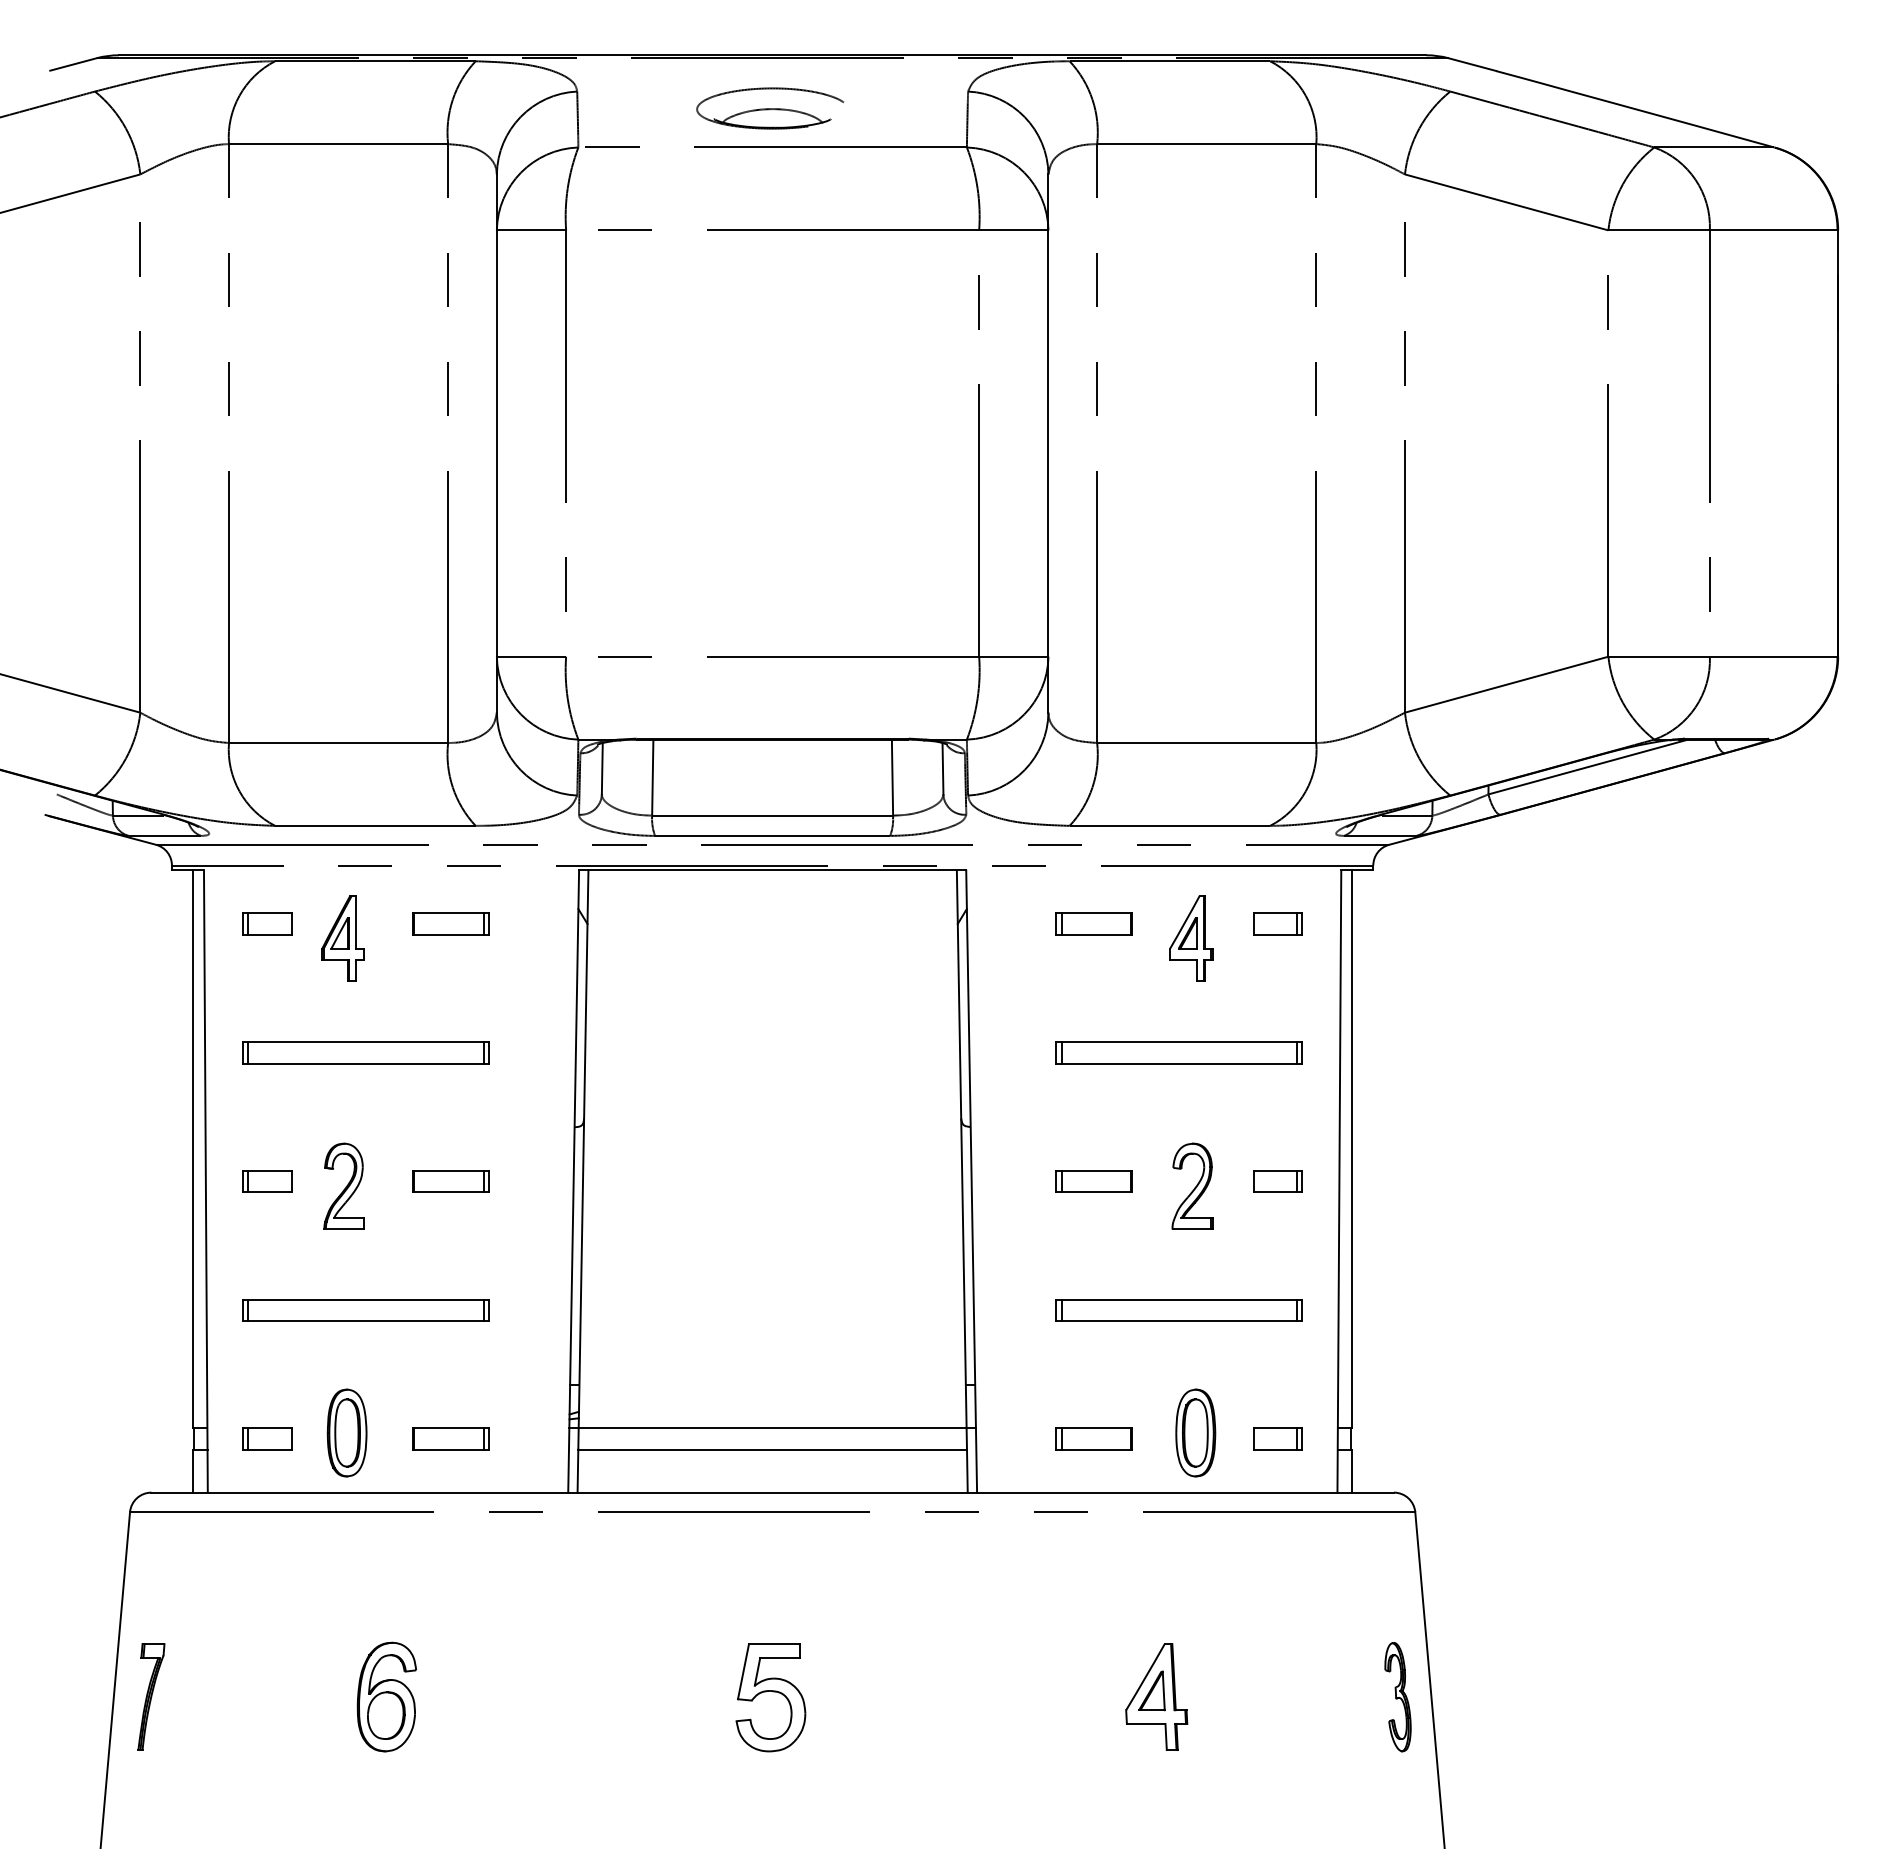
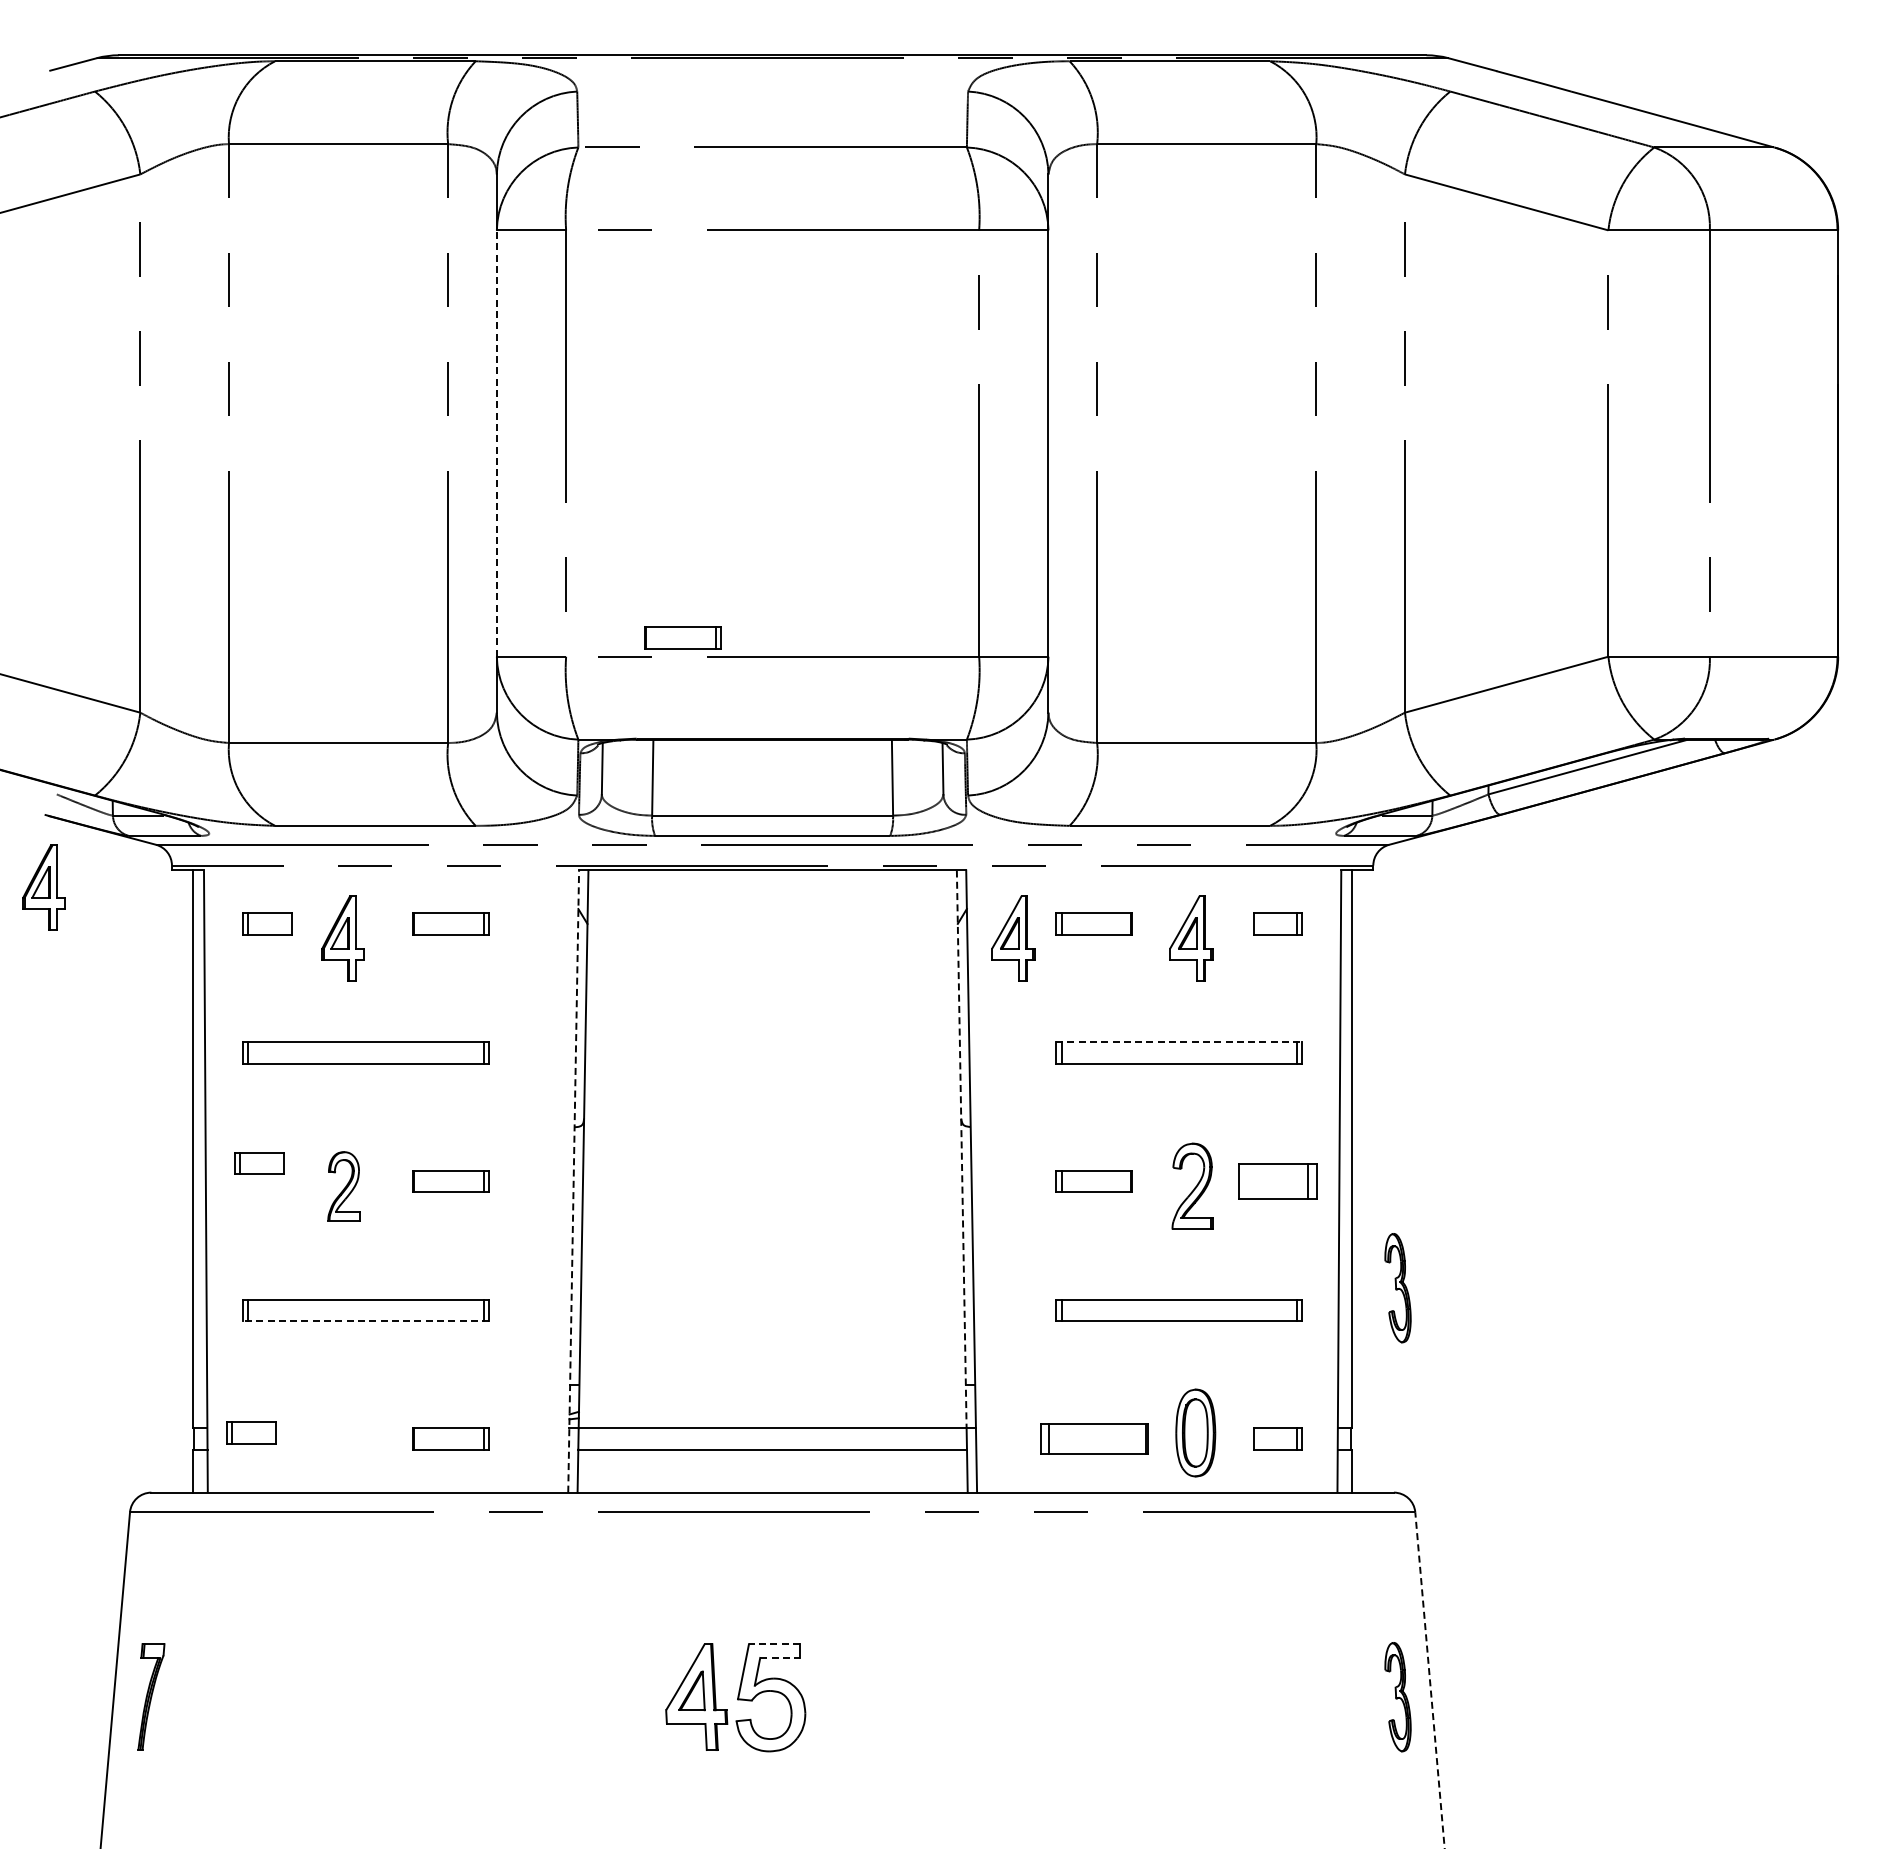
part at (770, 108): present -> none
line at (496, 443): solid -> dashed
part at (682, 637): none -> present
part at (43, 887): none -> present
part at (1013, 938): none -> present
line at (1179, 1042): solid -> dashed
line at (961, 1149): solid -> dashed
part at (267, 1181) position: (267, 1181) -> (259, 1163)
line at (573, 1181): solid -> dashed
part at (1277, 1181) size: 50x23 px -> 80x37 px
part at (343, 1185) size: 42x88 px -> 34x71 px
part at (1397, 1288): none -> present
line at (365, 1321): solid -> dashed
part at (346, 1432): present -> none
part at (267, 1438) position: (267, 1438) -> (251, 1432)
part at (1093, 1438) size: 78x24 px -> 109x32 px
line at (773, 1644): solid -> dashed
line at (780, 1657): solid -> dashed
line at (1429, 1680): solid -> dashed
part at (386, 1696): present -> none
part at (1156, 1696) position: (1156, 1696) -> (696, 1696)
